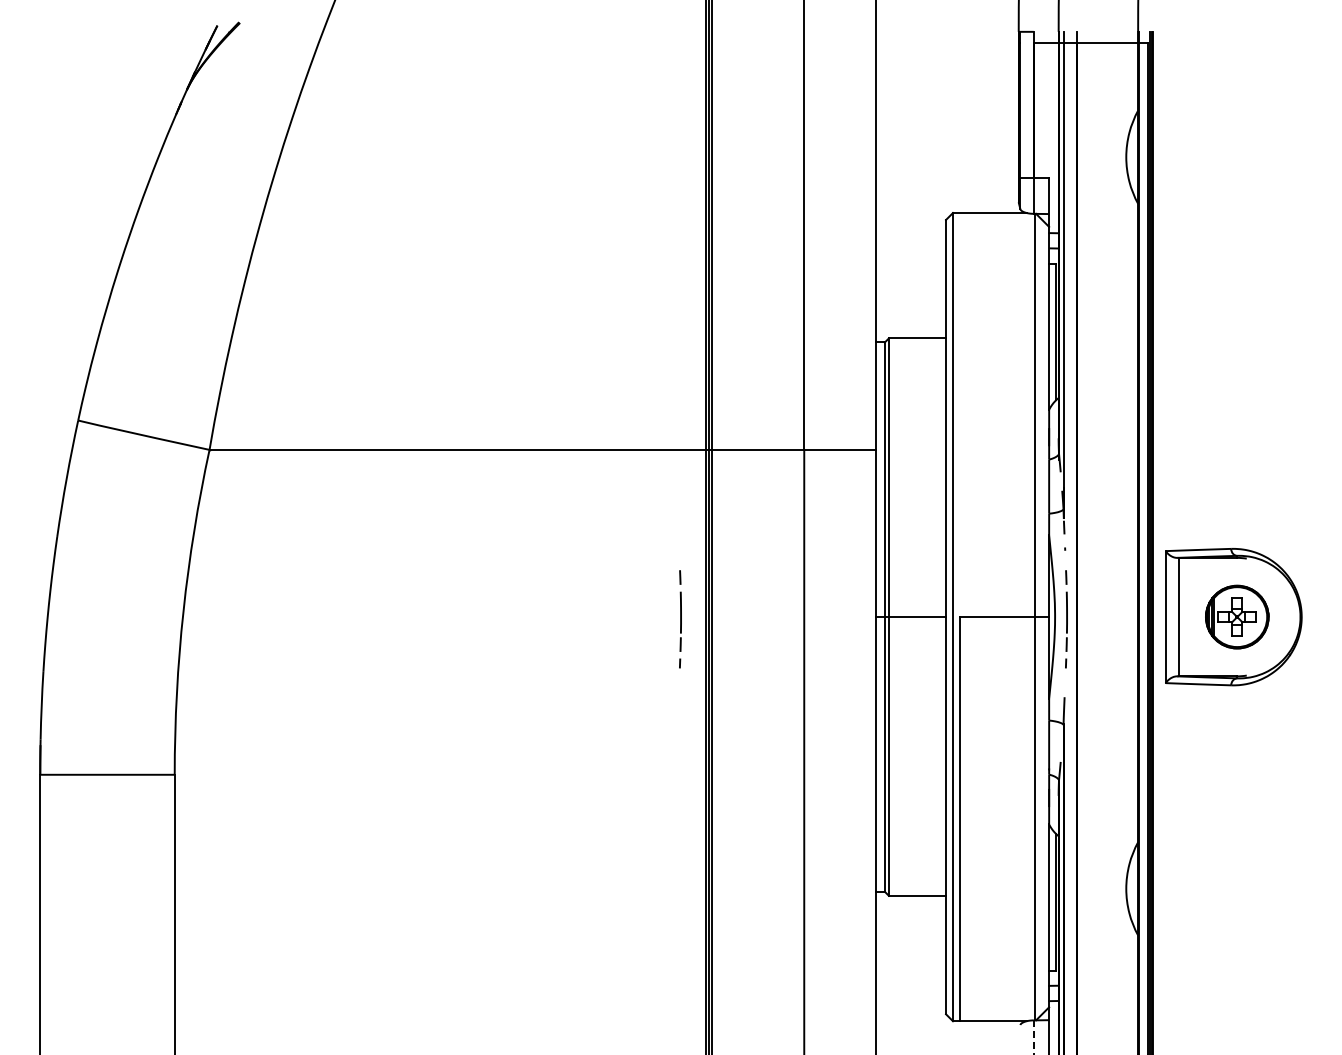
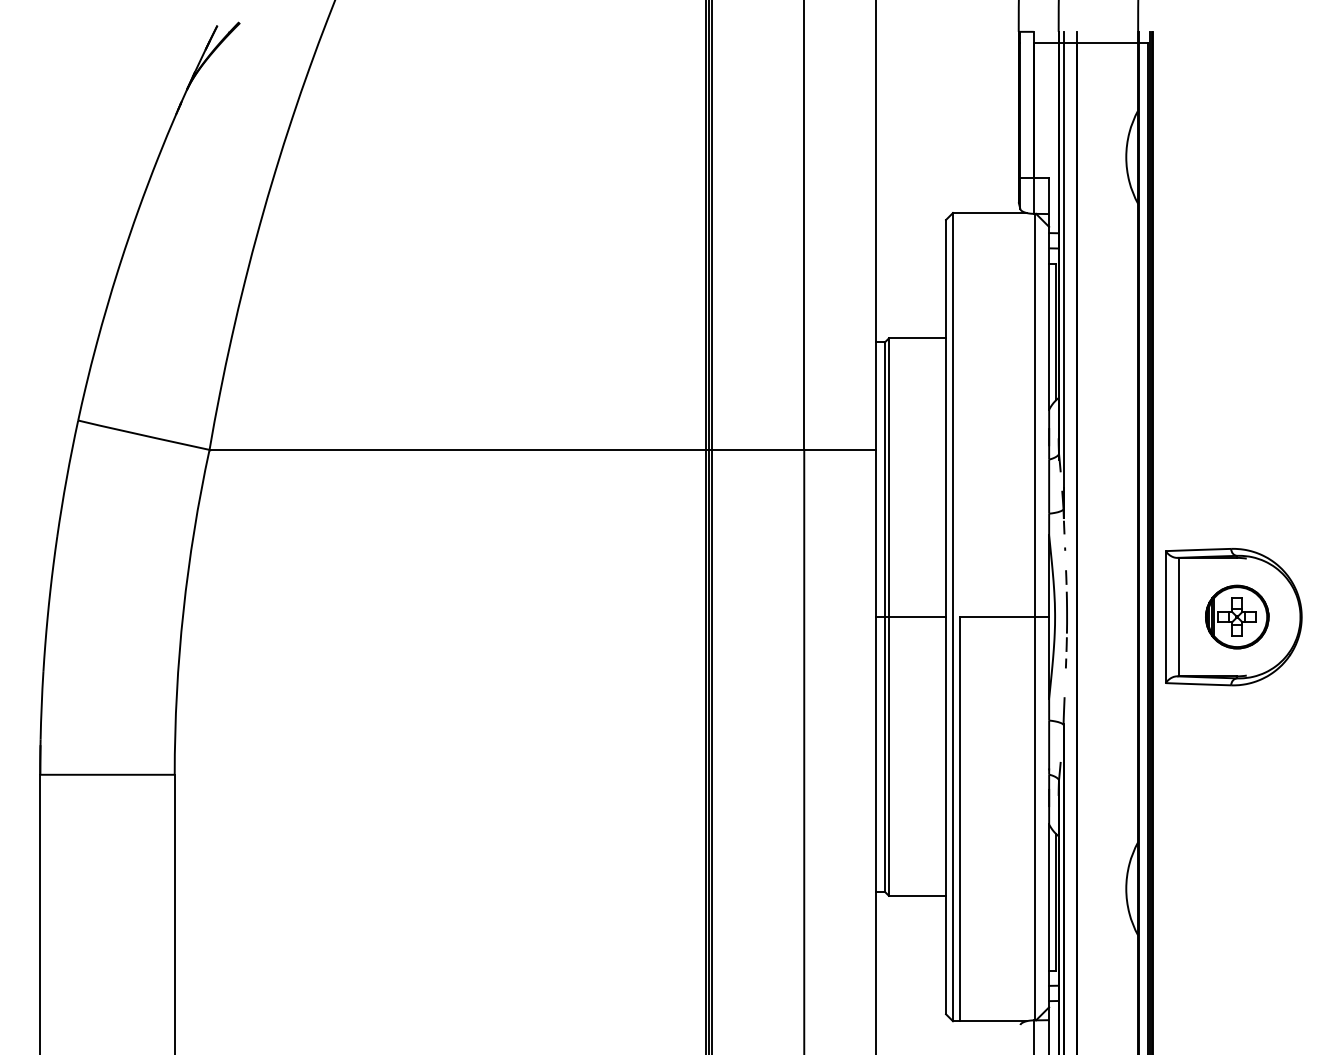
line at (680, 619): present -> none
line at (1033, 1037): dashed -> solid
